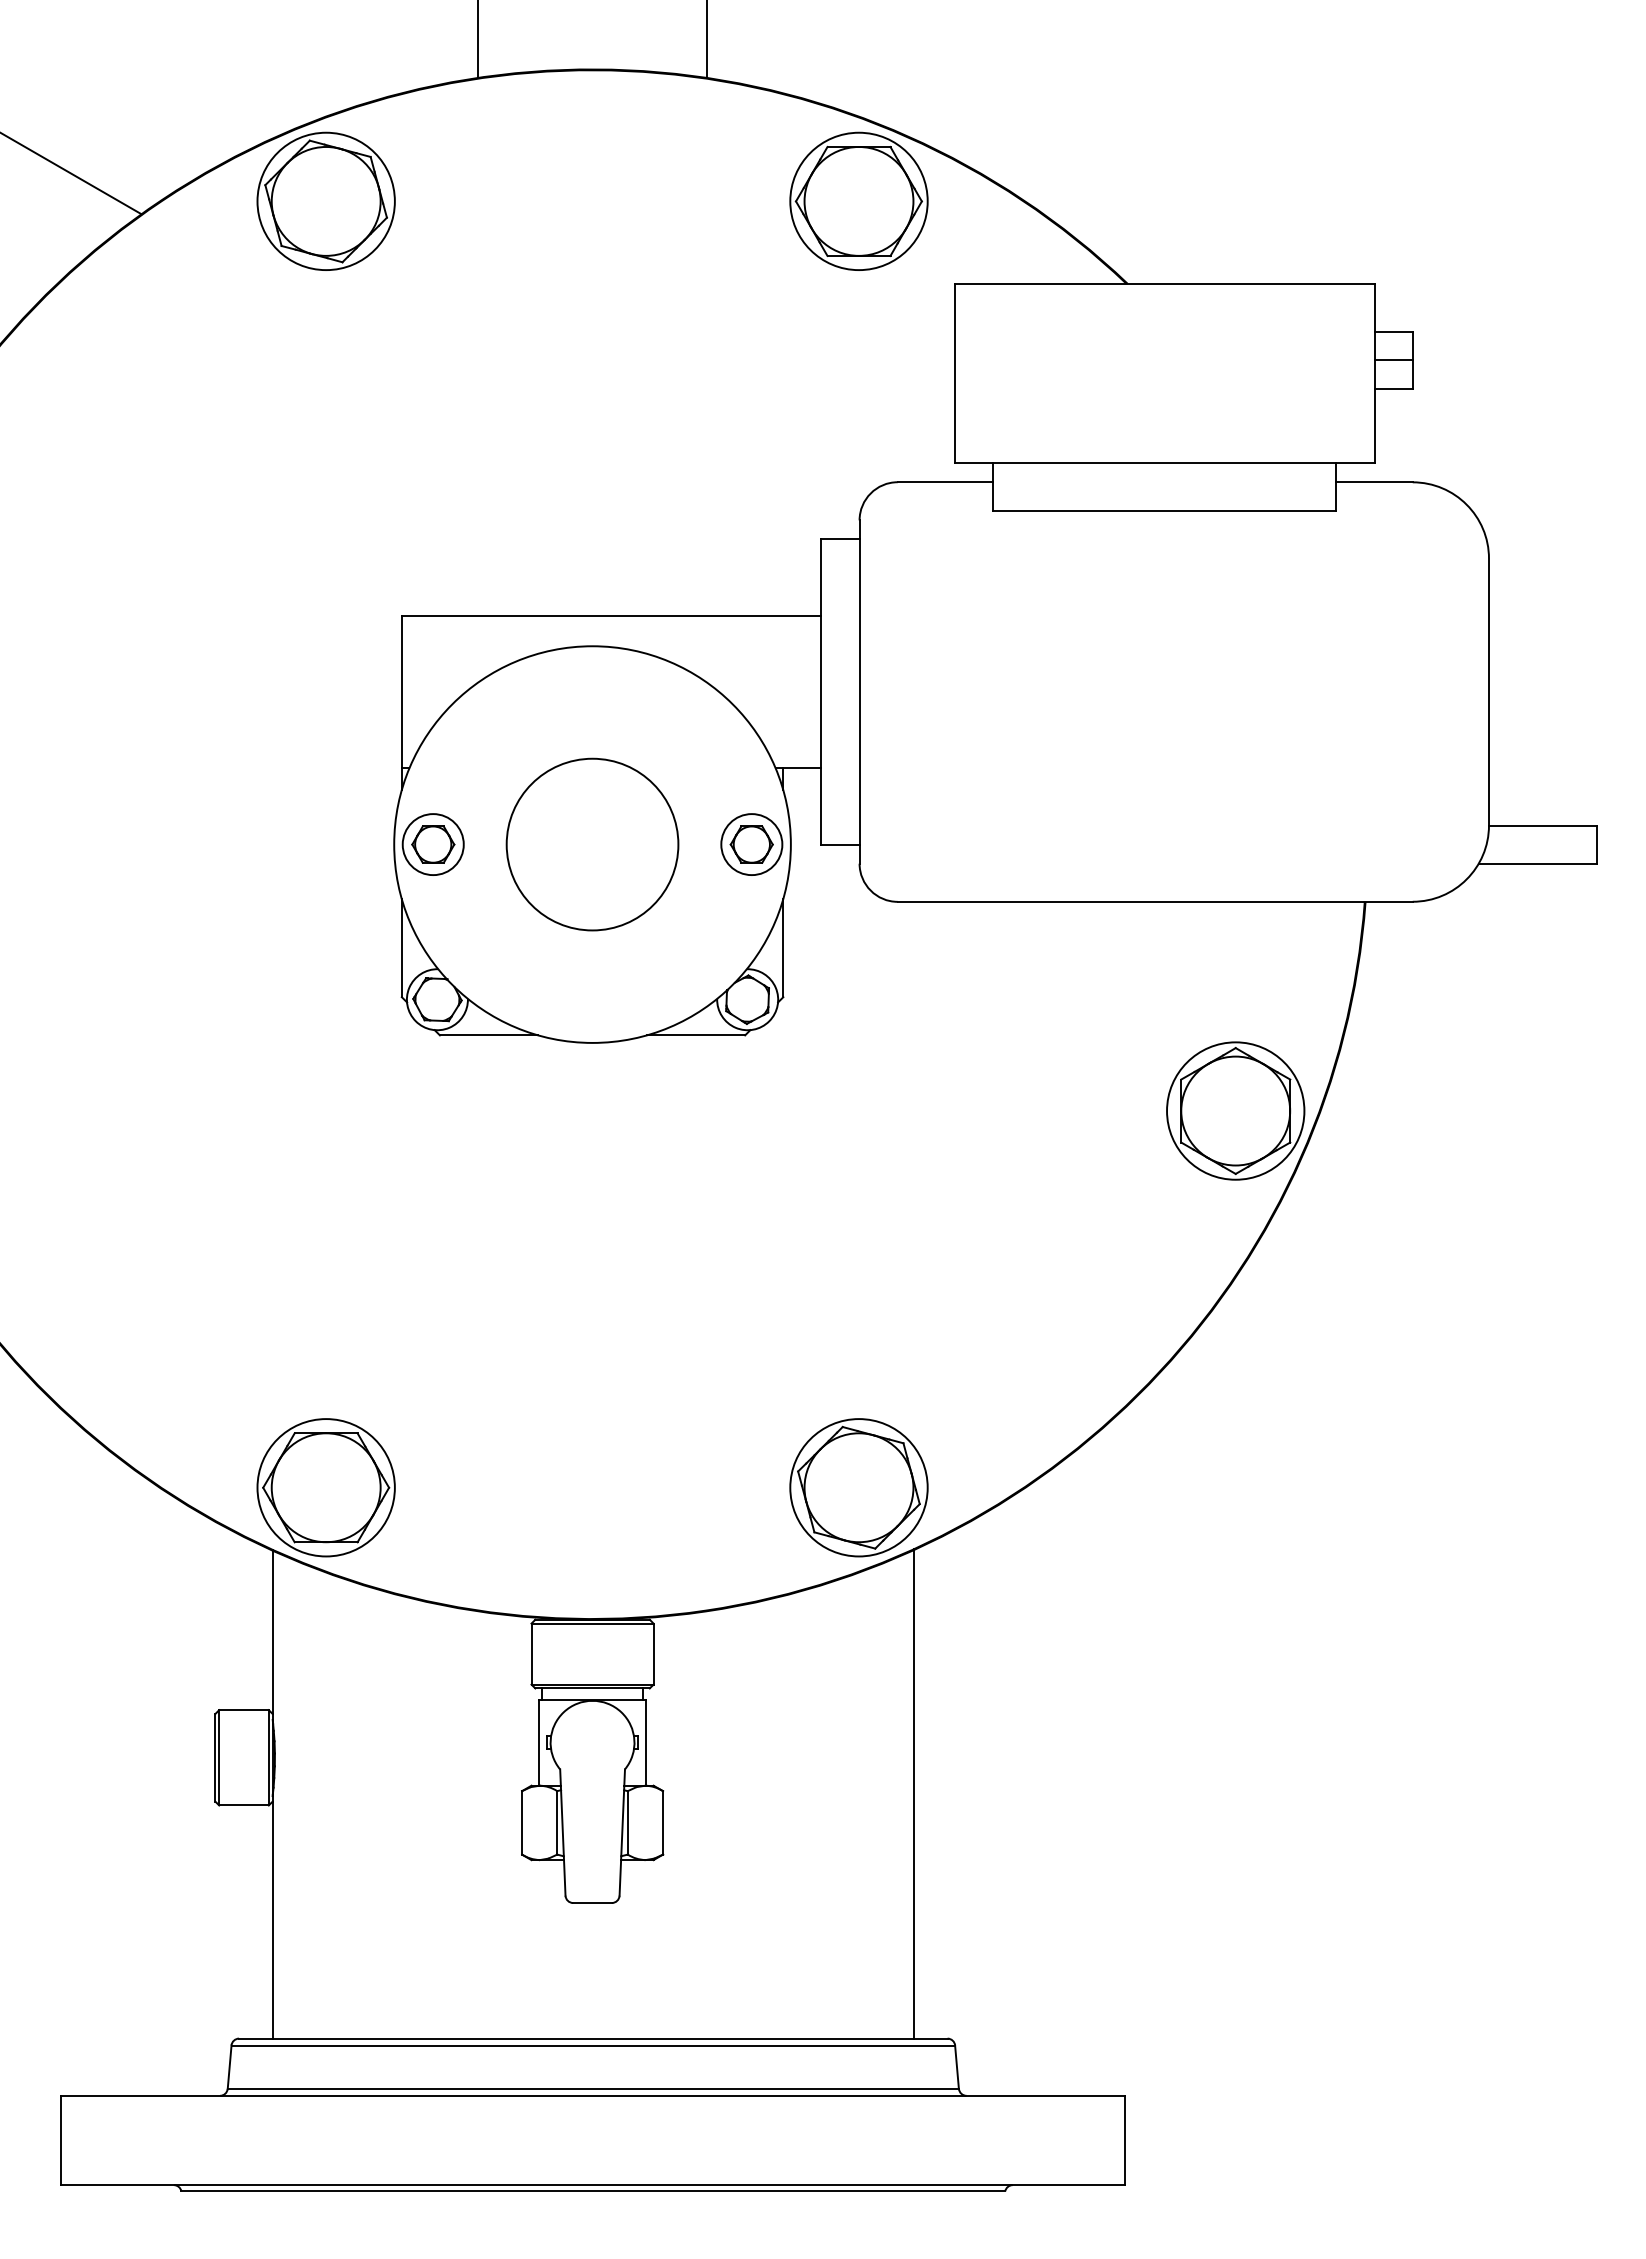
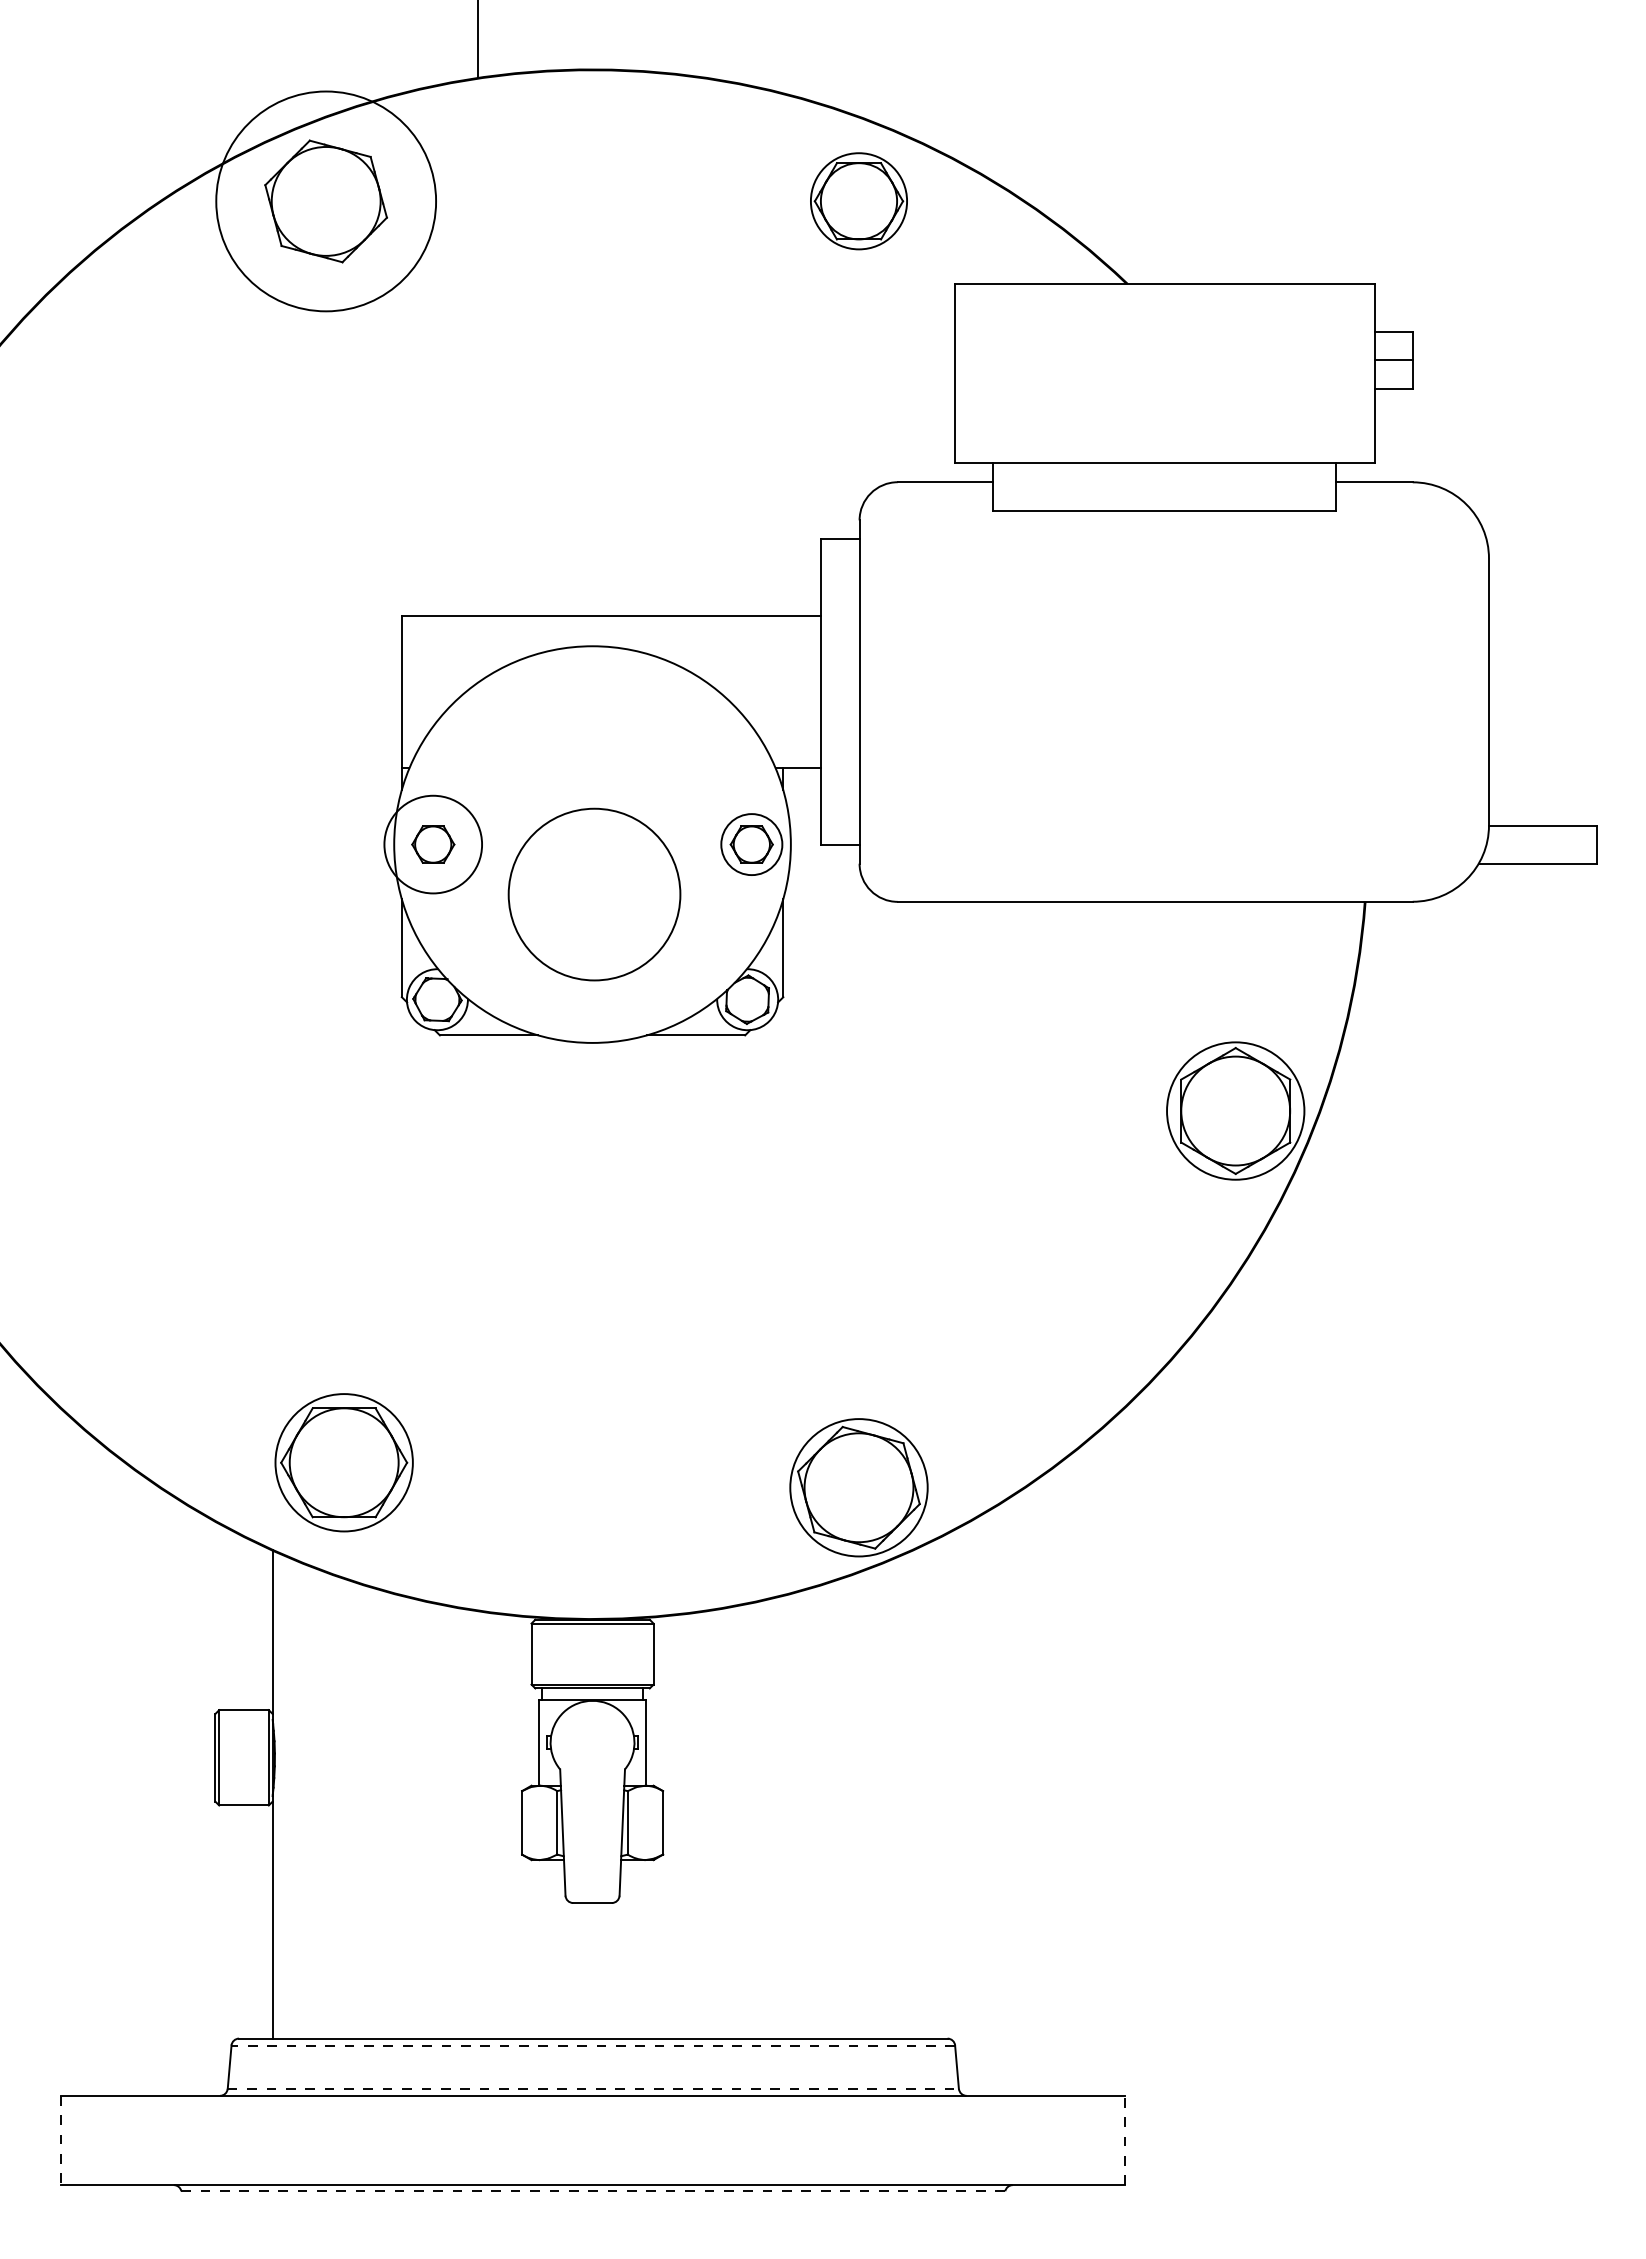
line at (706, 40): present -> none
line at (71, 173): present -> none
part at (858, 200) size: 140x140 px -> 98x99 px
circle at (325, 201) diameter: 137 px -> 220 px
circle at (432, 844) diameter: 61 px -> 98 px
circle at (592, 844) position: (592, 844) -> (594, 894)
part at (325, 1487) position: (325, 1487) -> (343, 1462)
line at (913, 1793): present -> none
line at (593, 2045): solid -> dashed
line at (593, 2088): solid -> dashed
line at (61, 2140): solid -> dashed
line at (1125, 2140): solid -> dashed
line at (593, 2191): solid -> dashed
